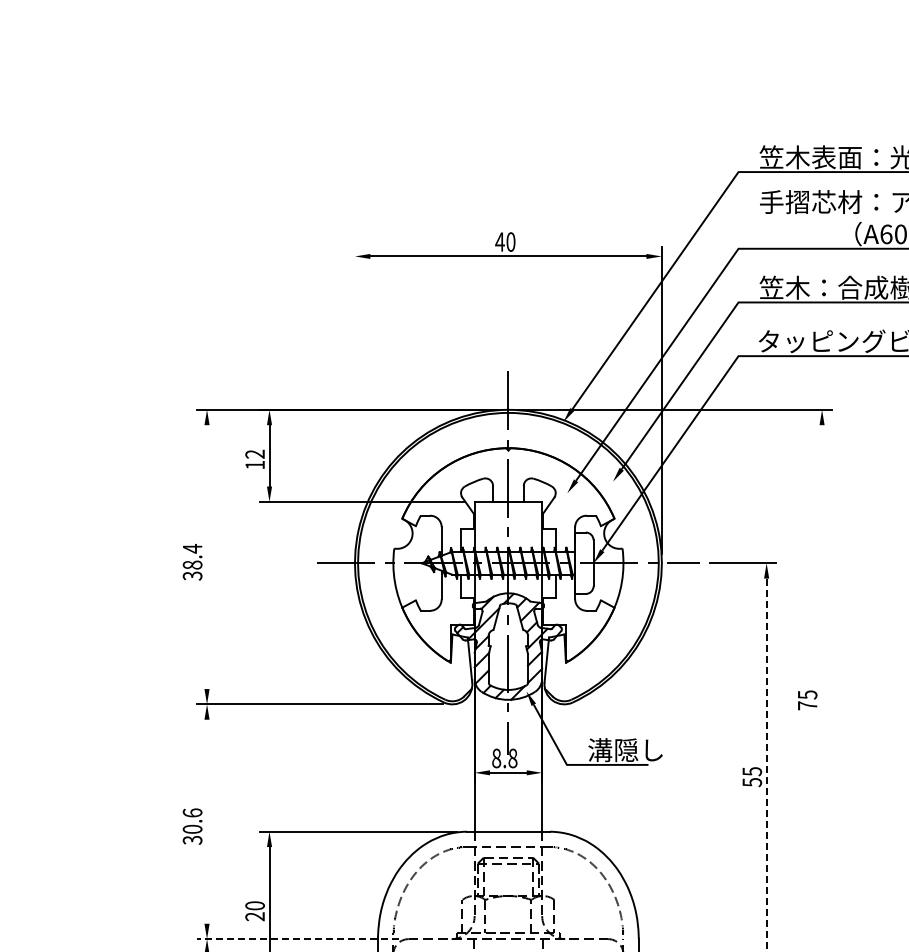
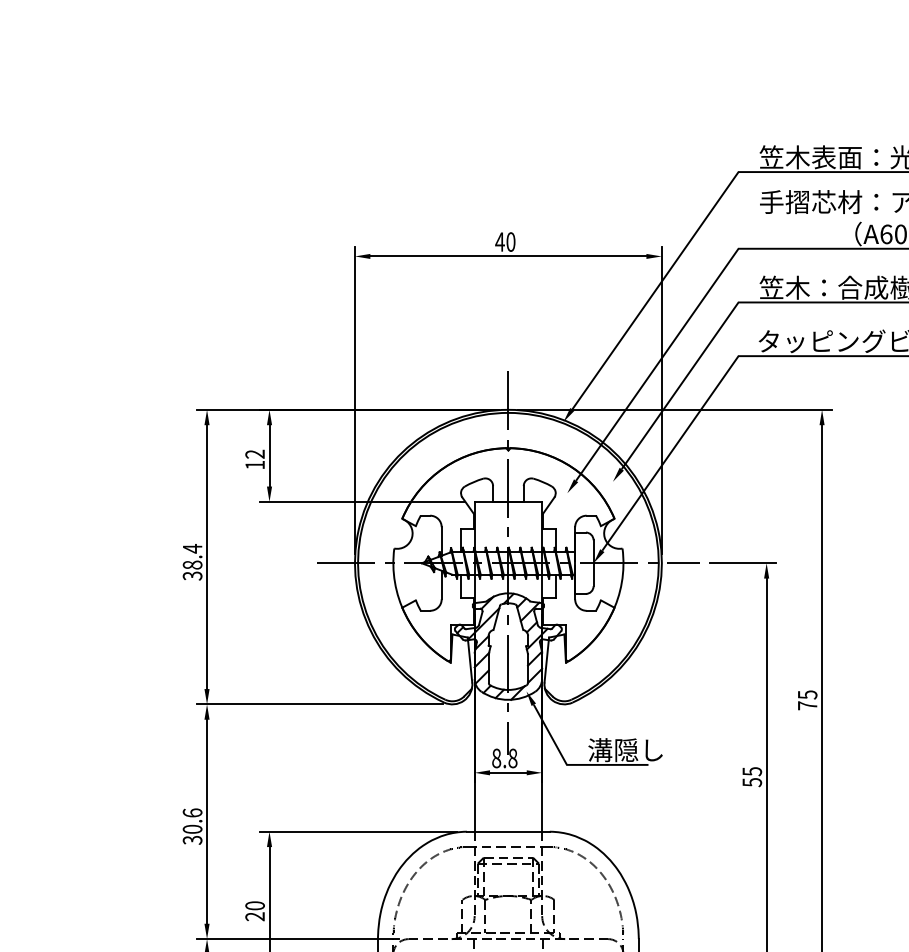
line at (355, 399): none -> present
line at (207, 557): none -> present
line at (822, 686): none -> present
line at (766, 765): dashed -> solid
line at (207, 821): none -> present
line at (298, 939): dashed -> solid
